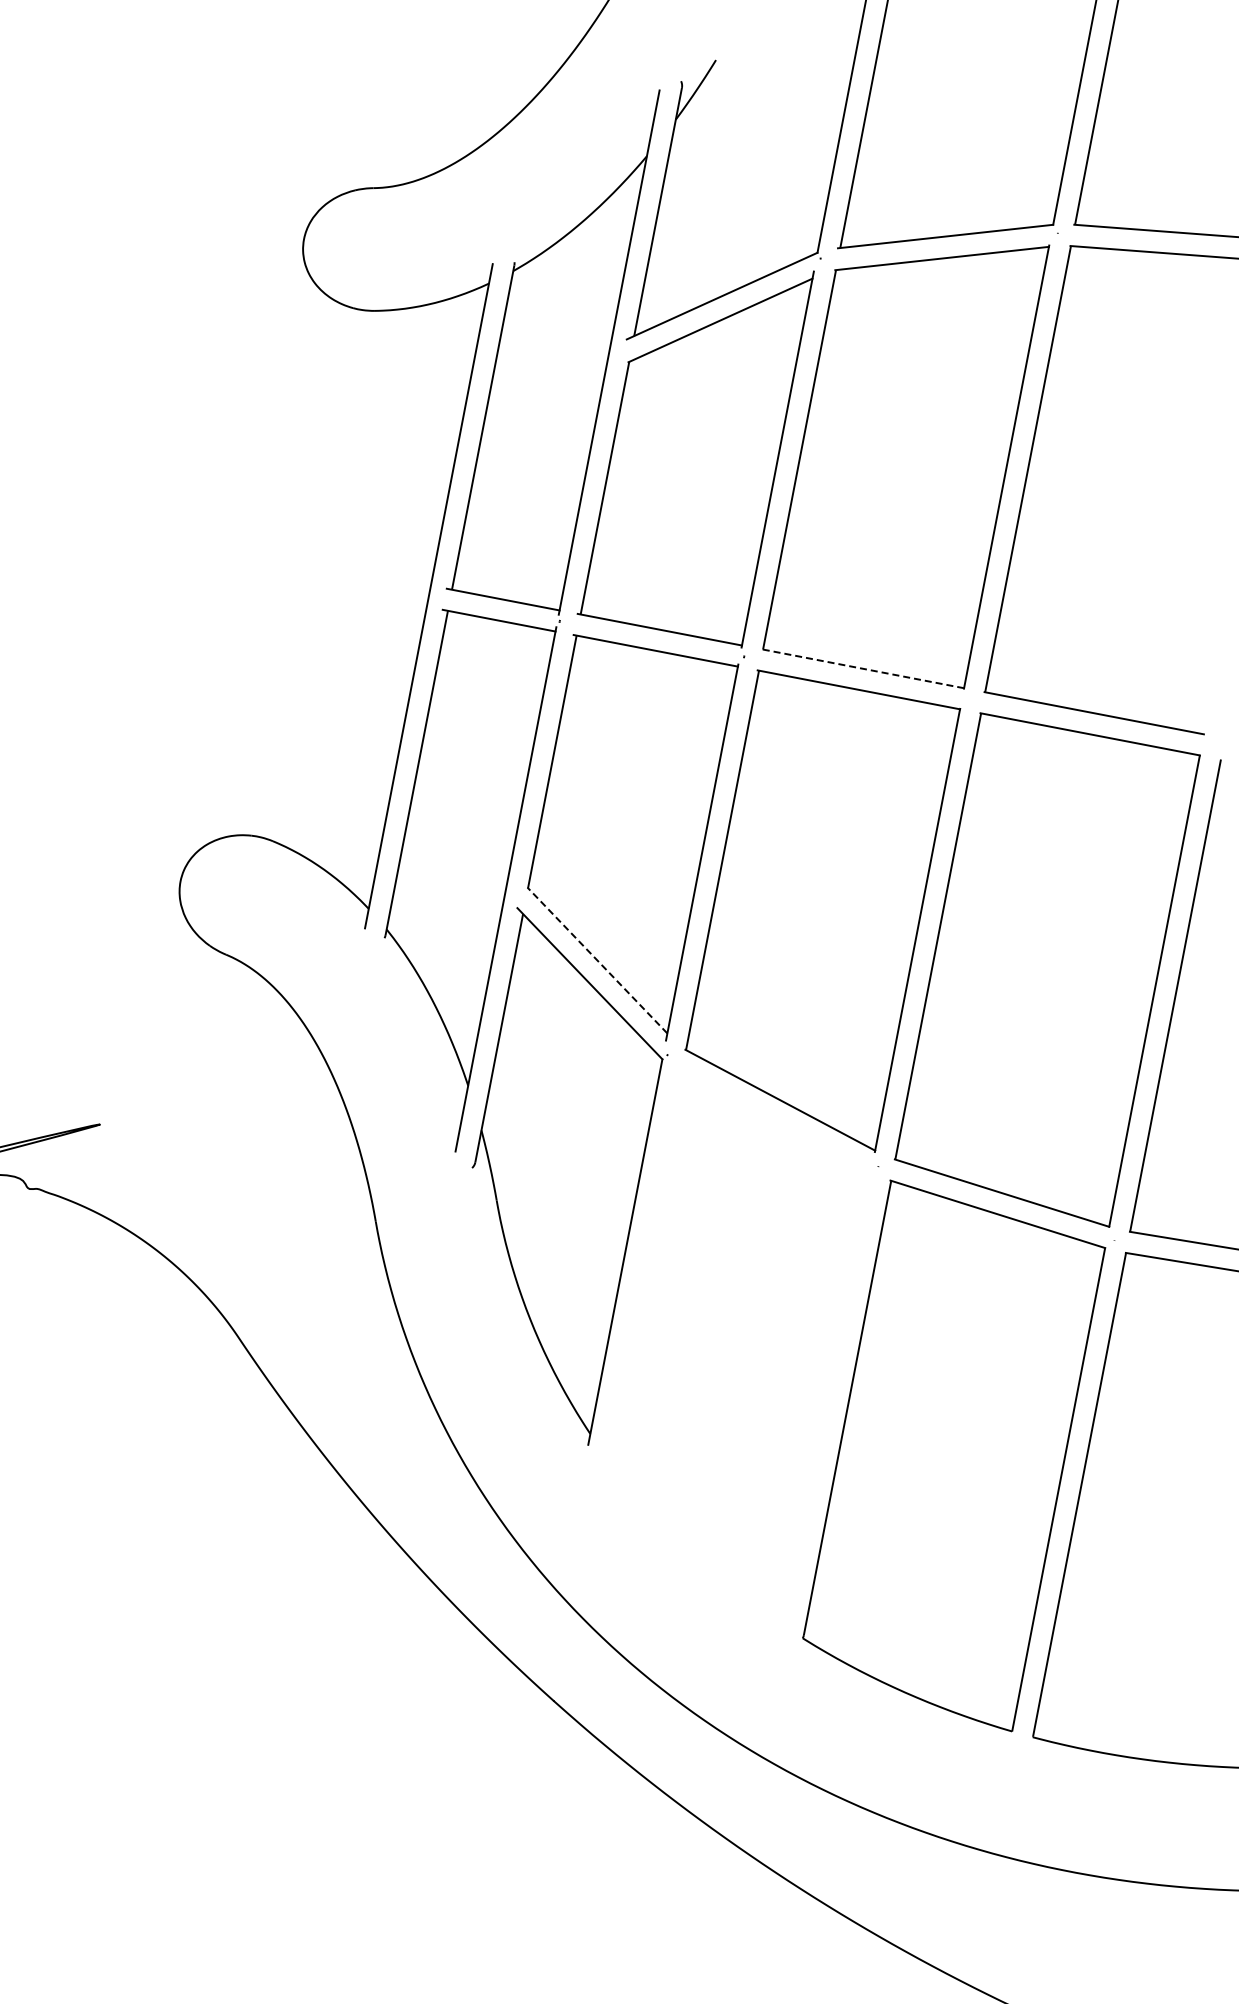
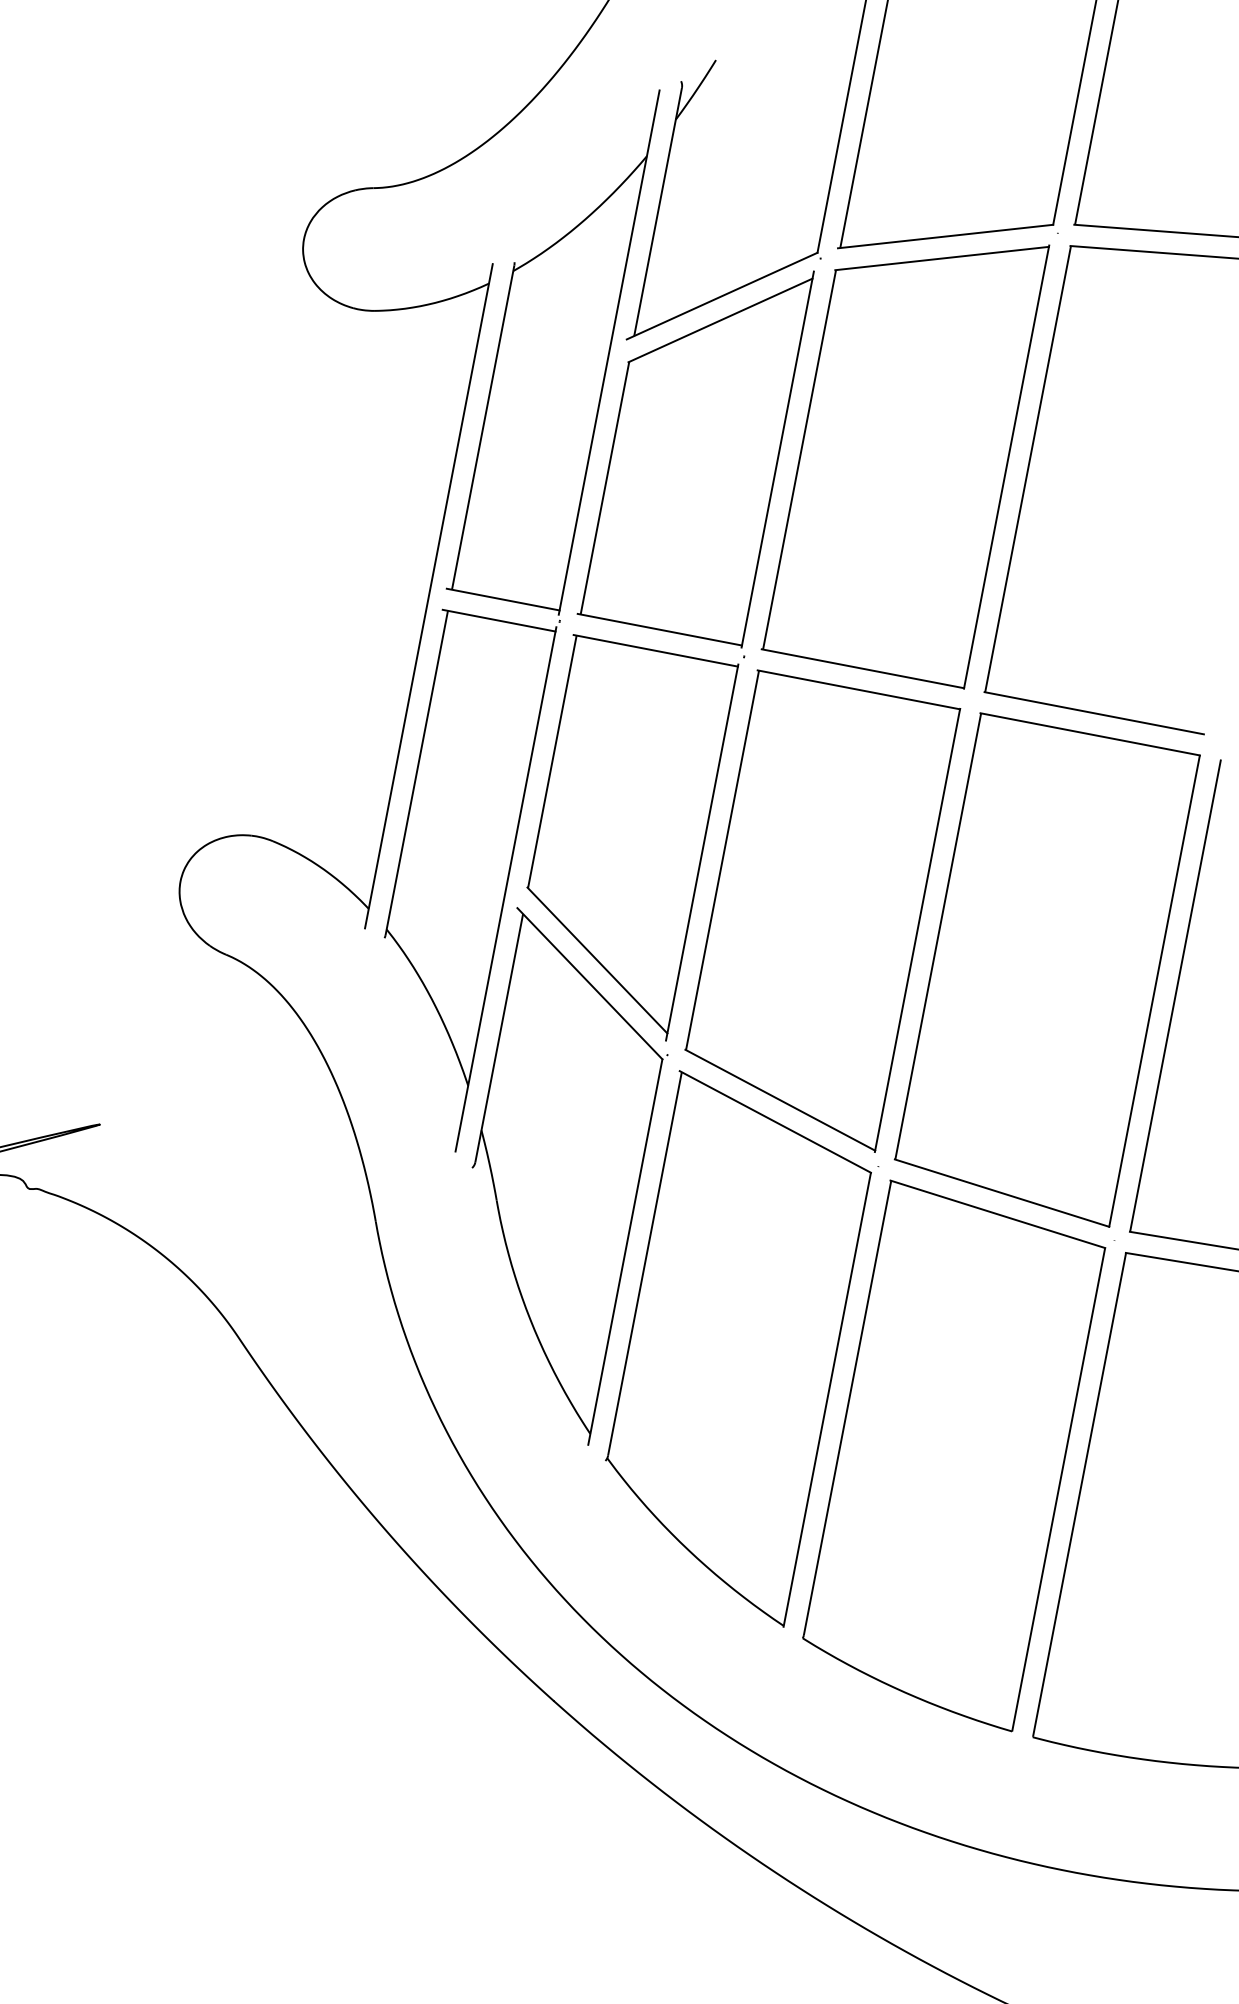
line at (862, 668): dashed -> solid
line at (597, 960): dashed -> solid
part at (738, 1348): none -> present
